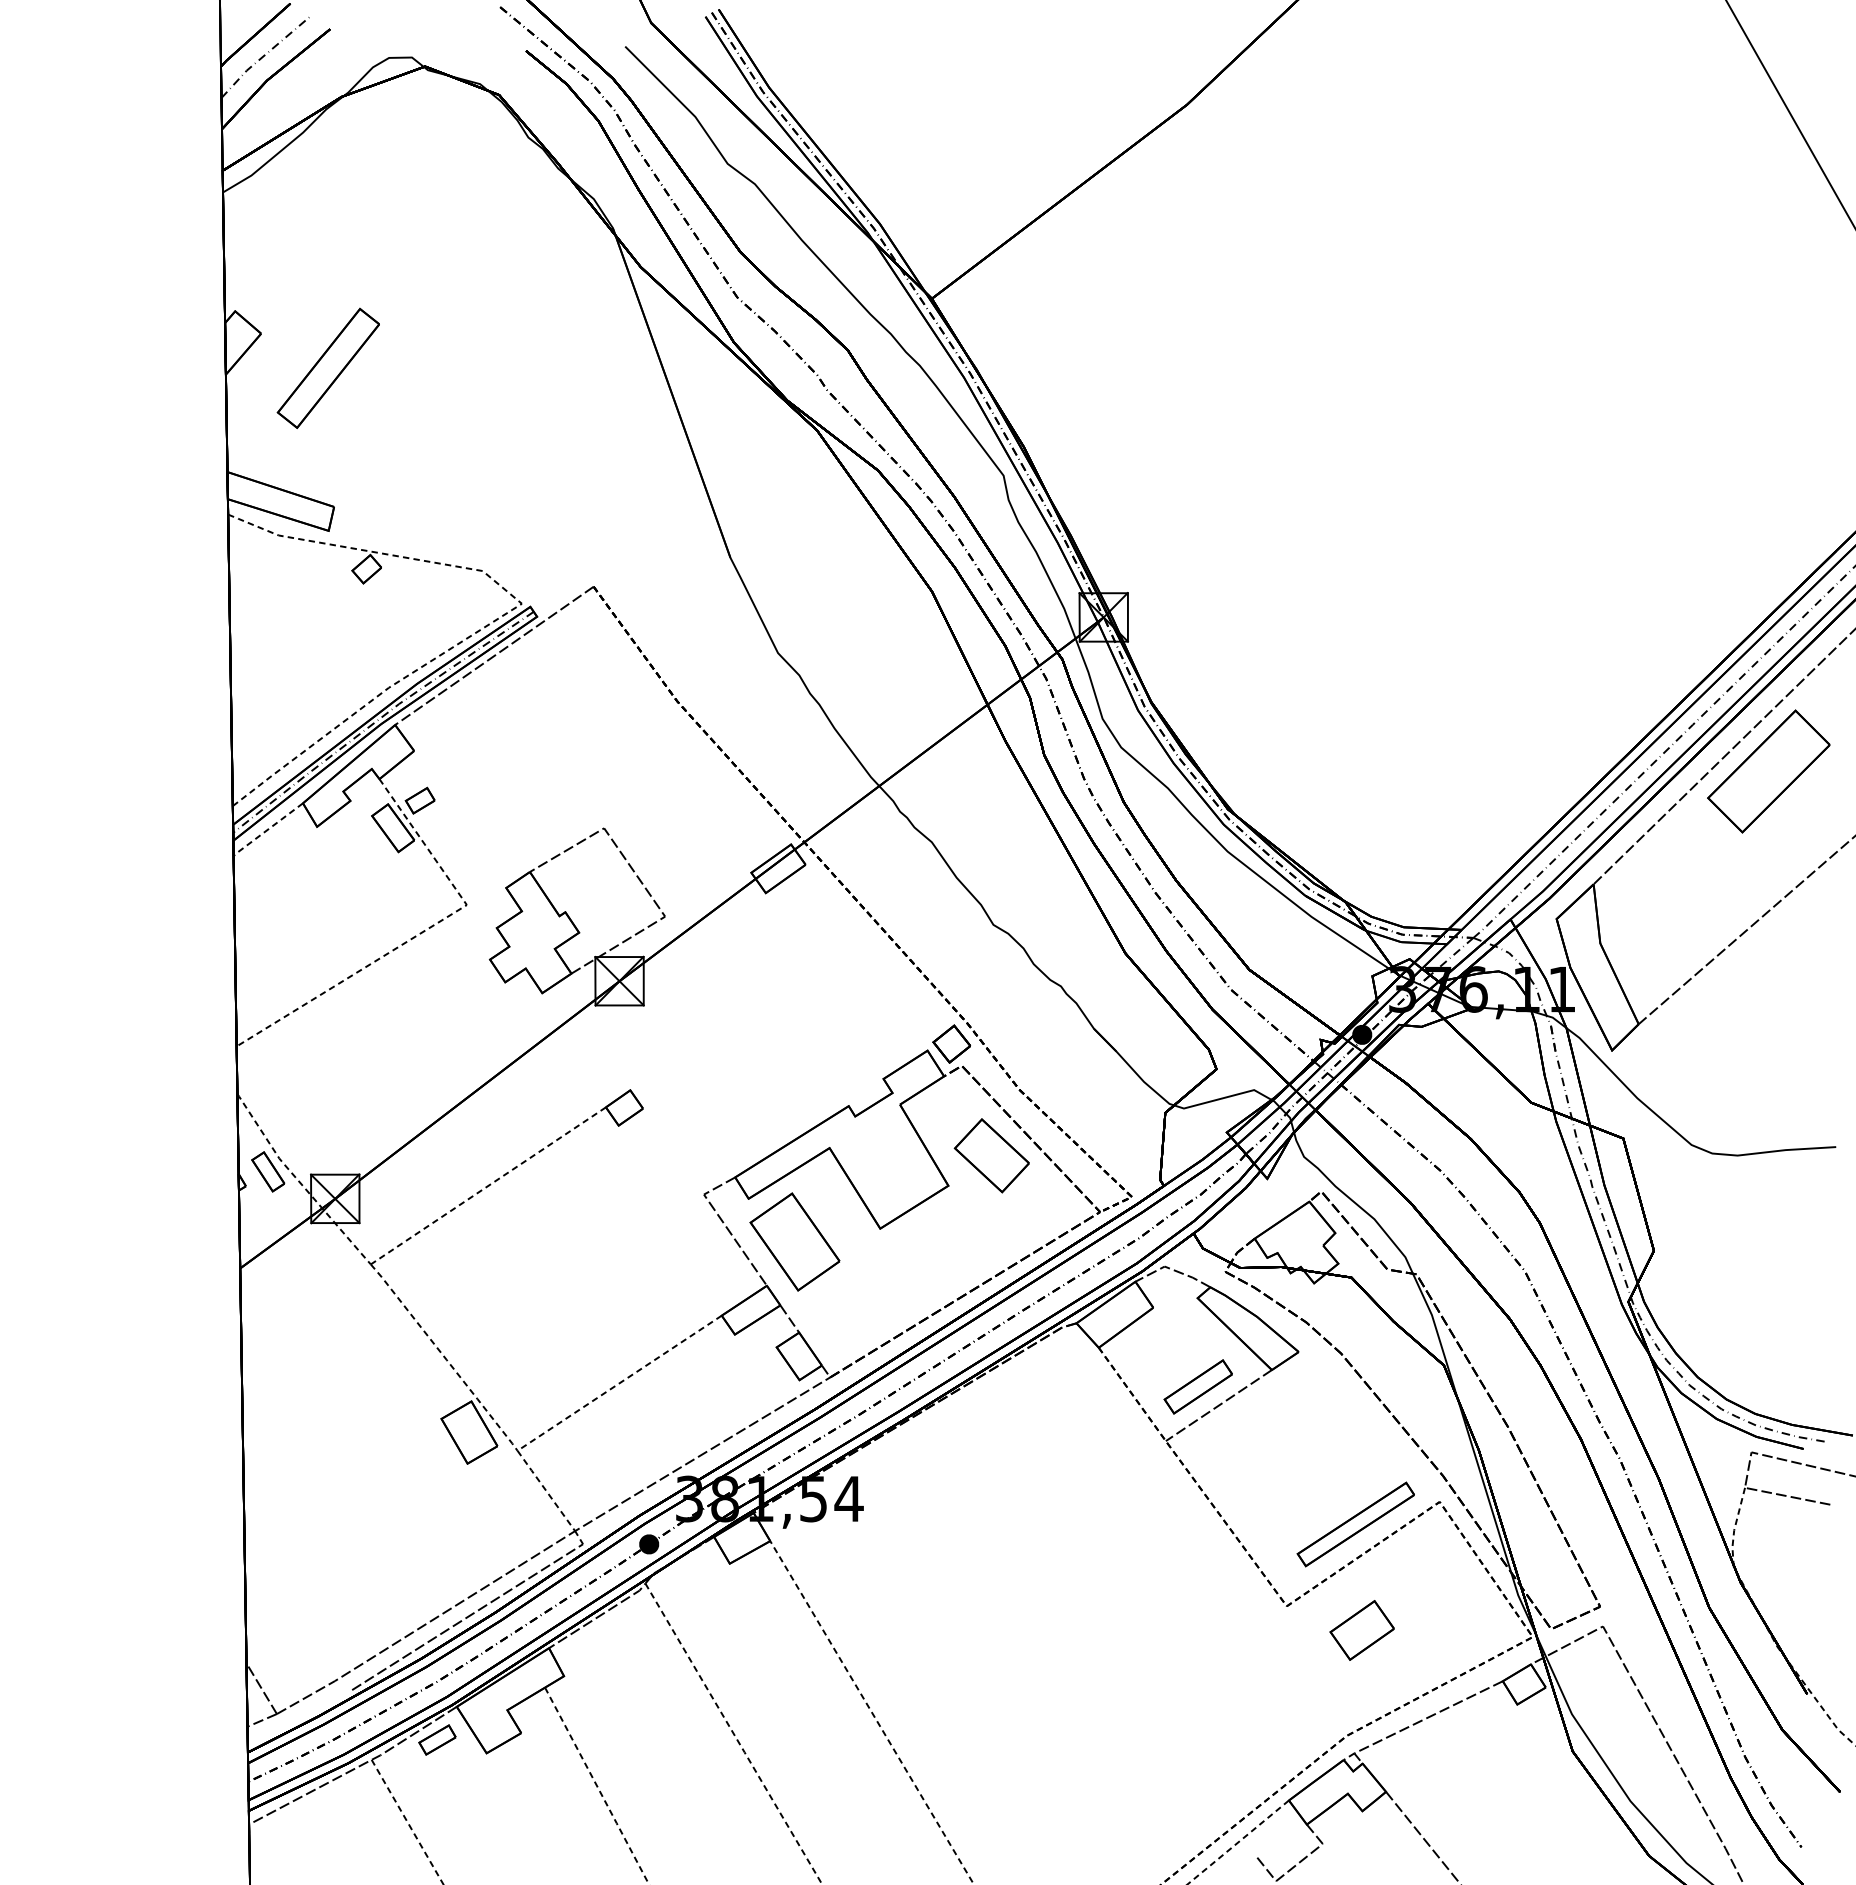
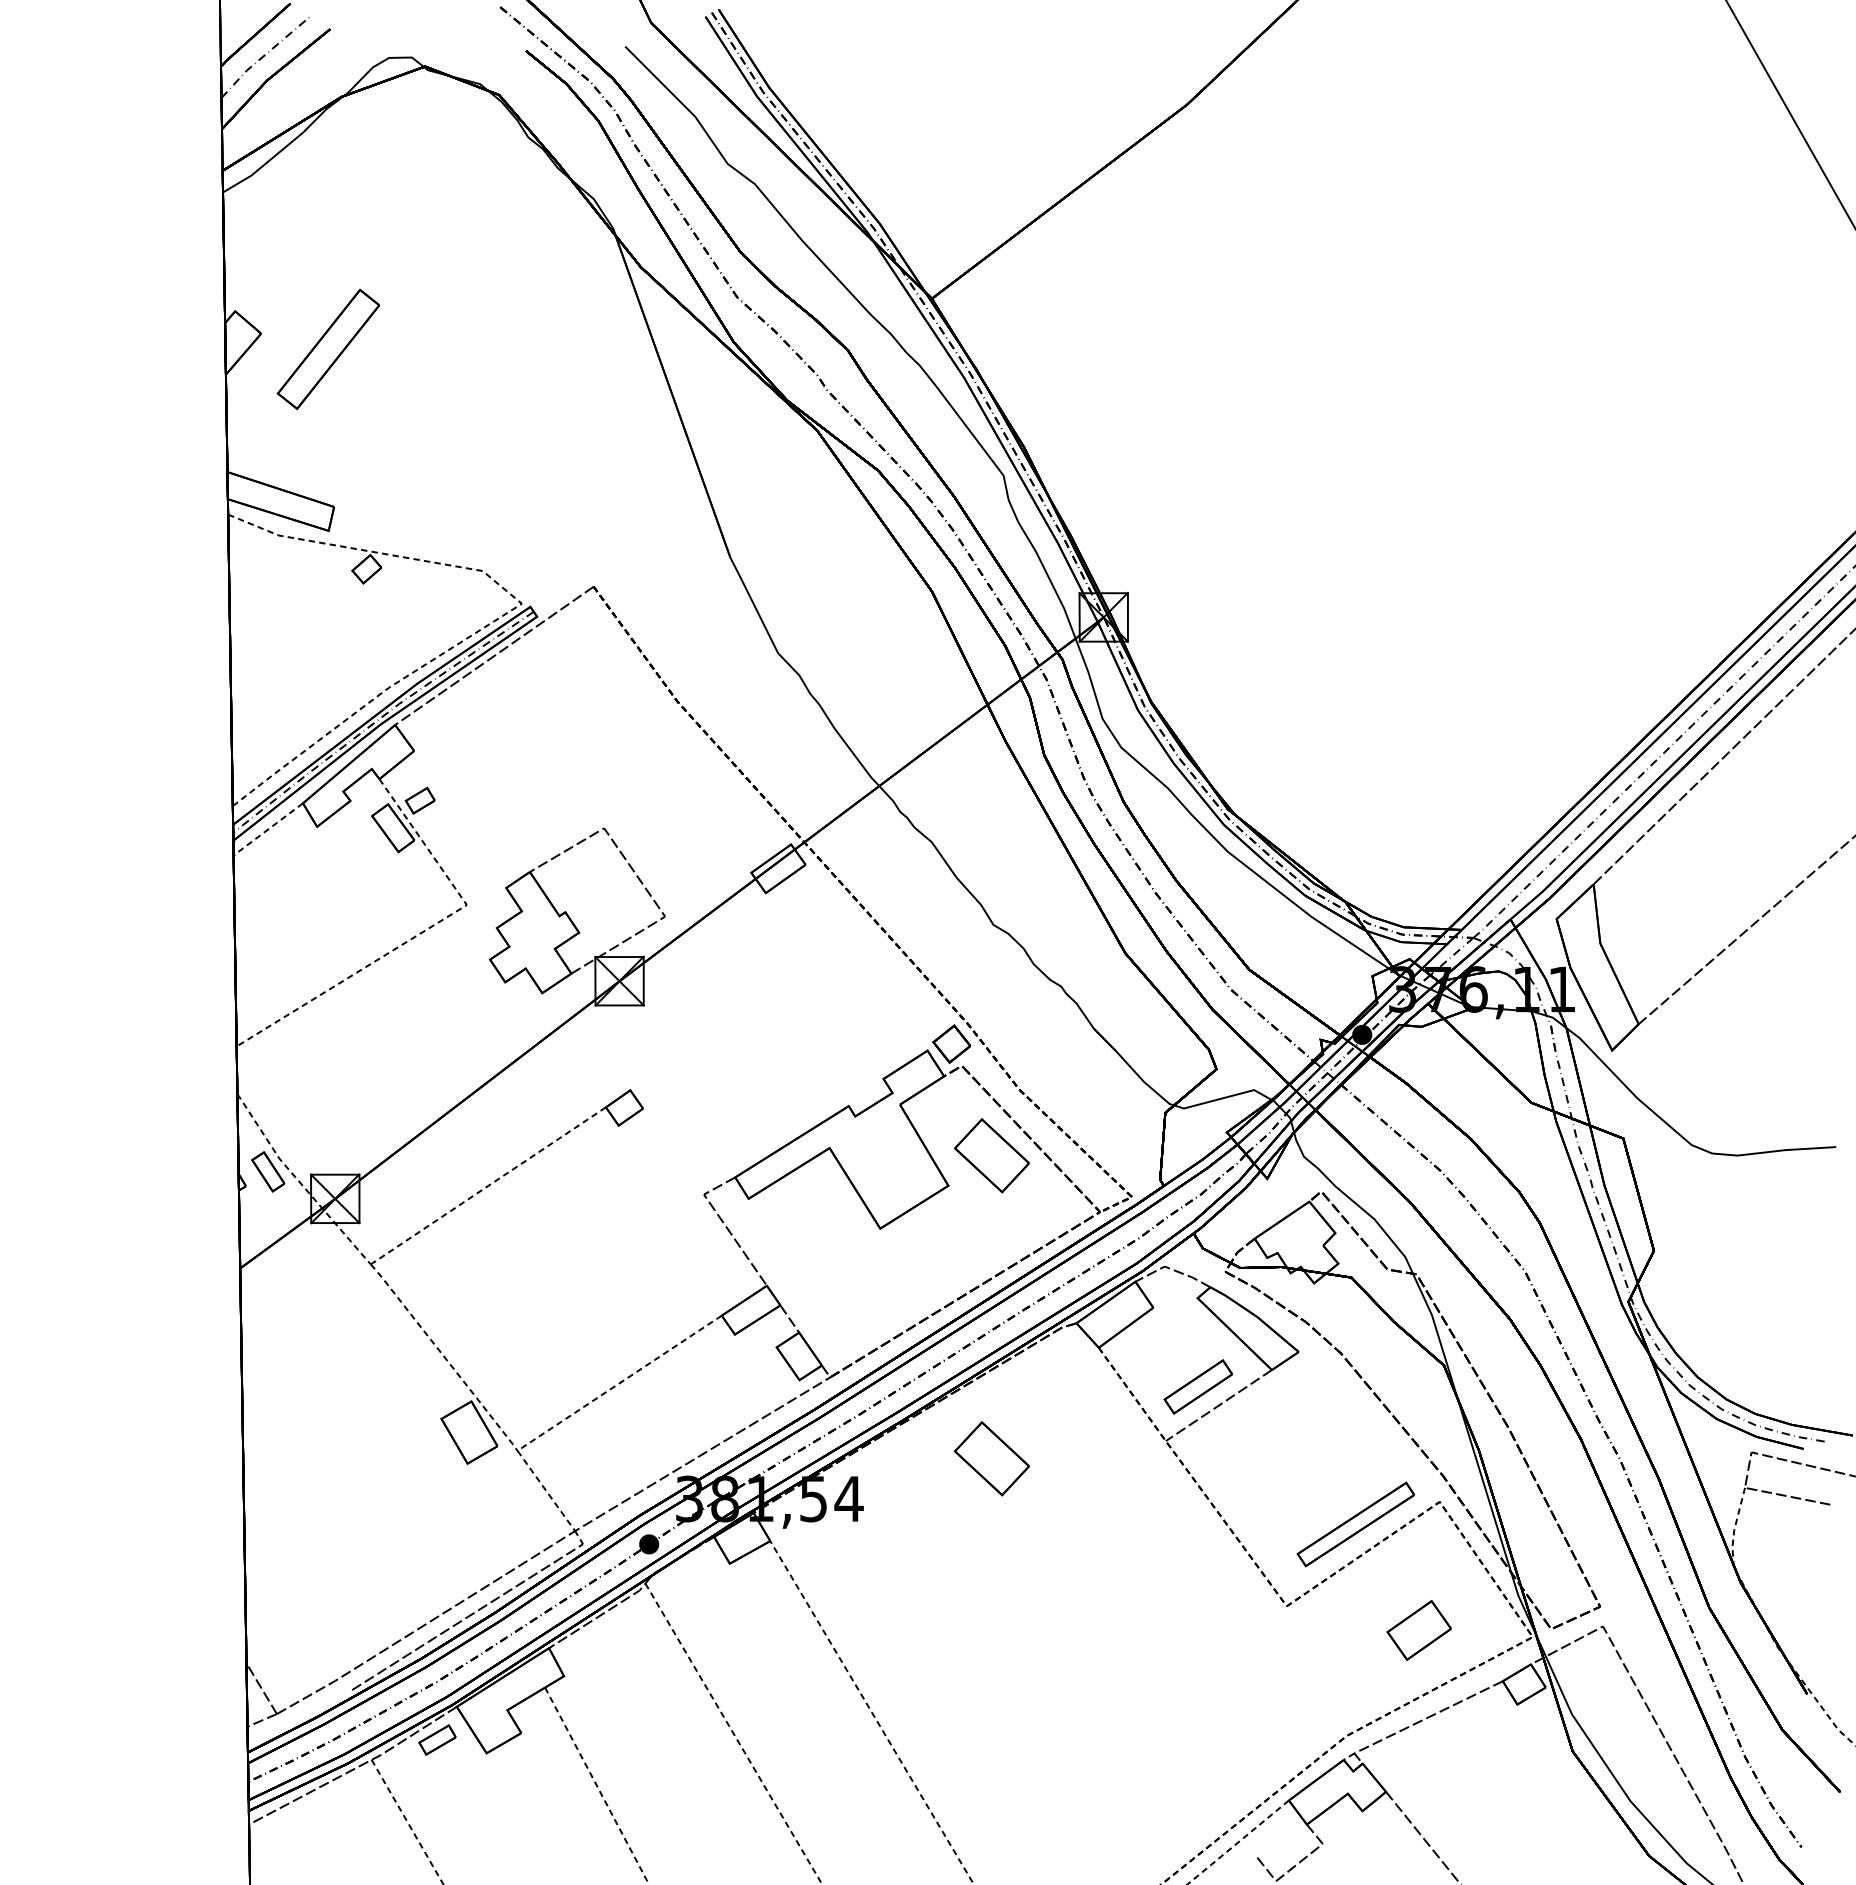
part at (327, 367) position: (327, 367) -> (327, 348)
part at (1768, 771): present -> none
part at (794, 1241): present -> none
part at (991, 1458): none -> present
part at (1361, 1630) position: (1361, 1630) -> (1418, 1630)
